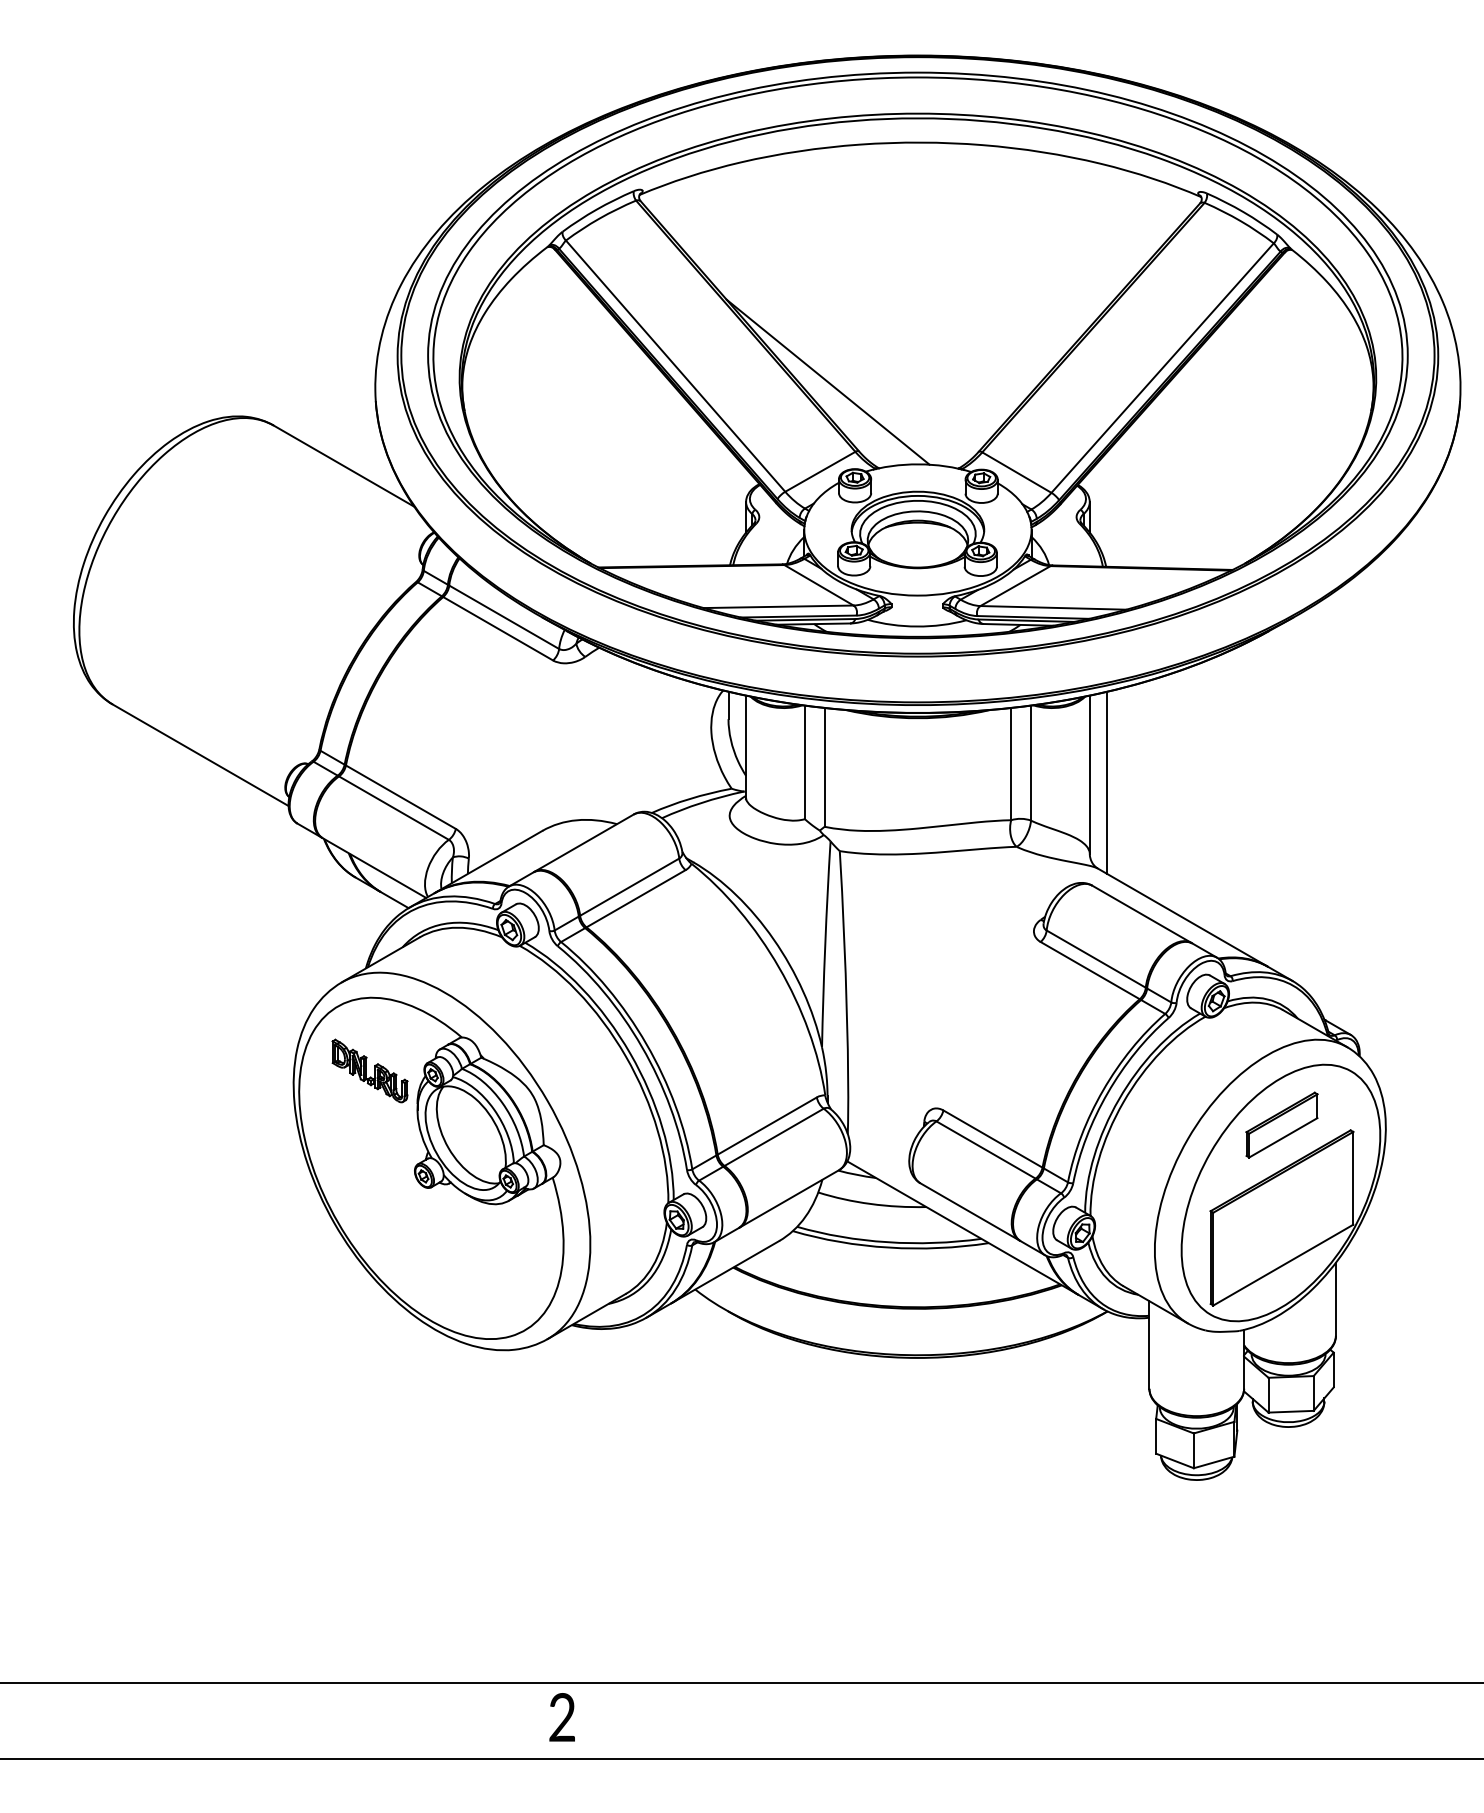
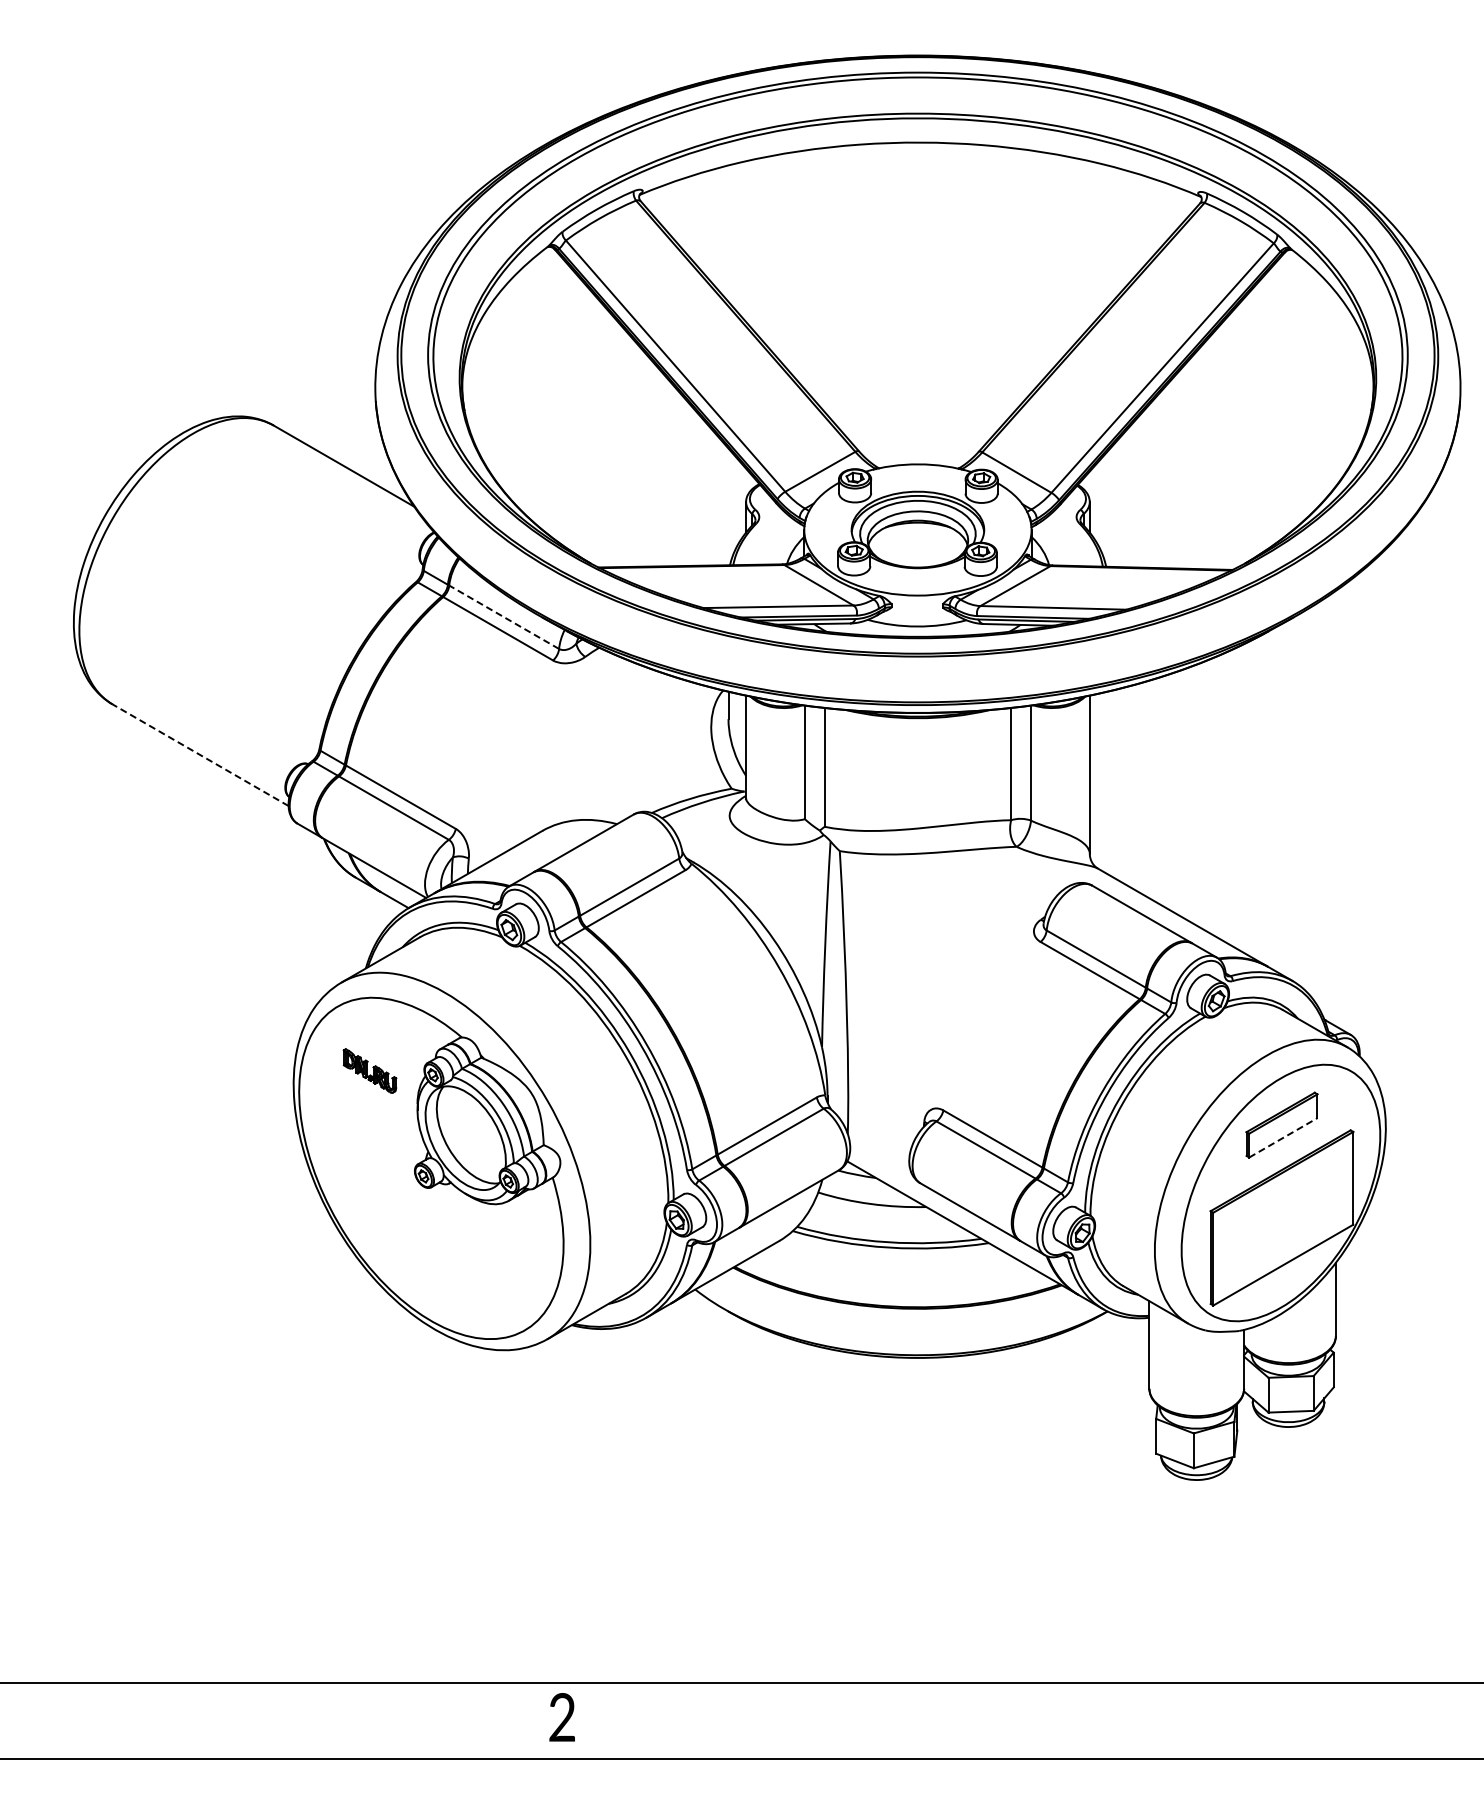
line at (827, 381): present -> none
line at (503, 617): solid -> dashed
line at (200, 755): solid -> dashed
line at (1107, 782): present -> none
part at (369, 1070) size: 78x66 px -> 56x46 px
line at (1283, 1137): solid -> dashed
